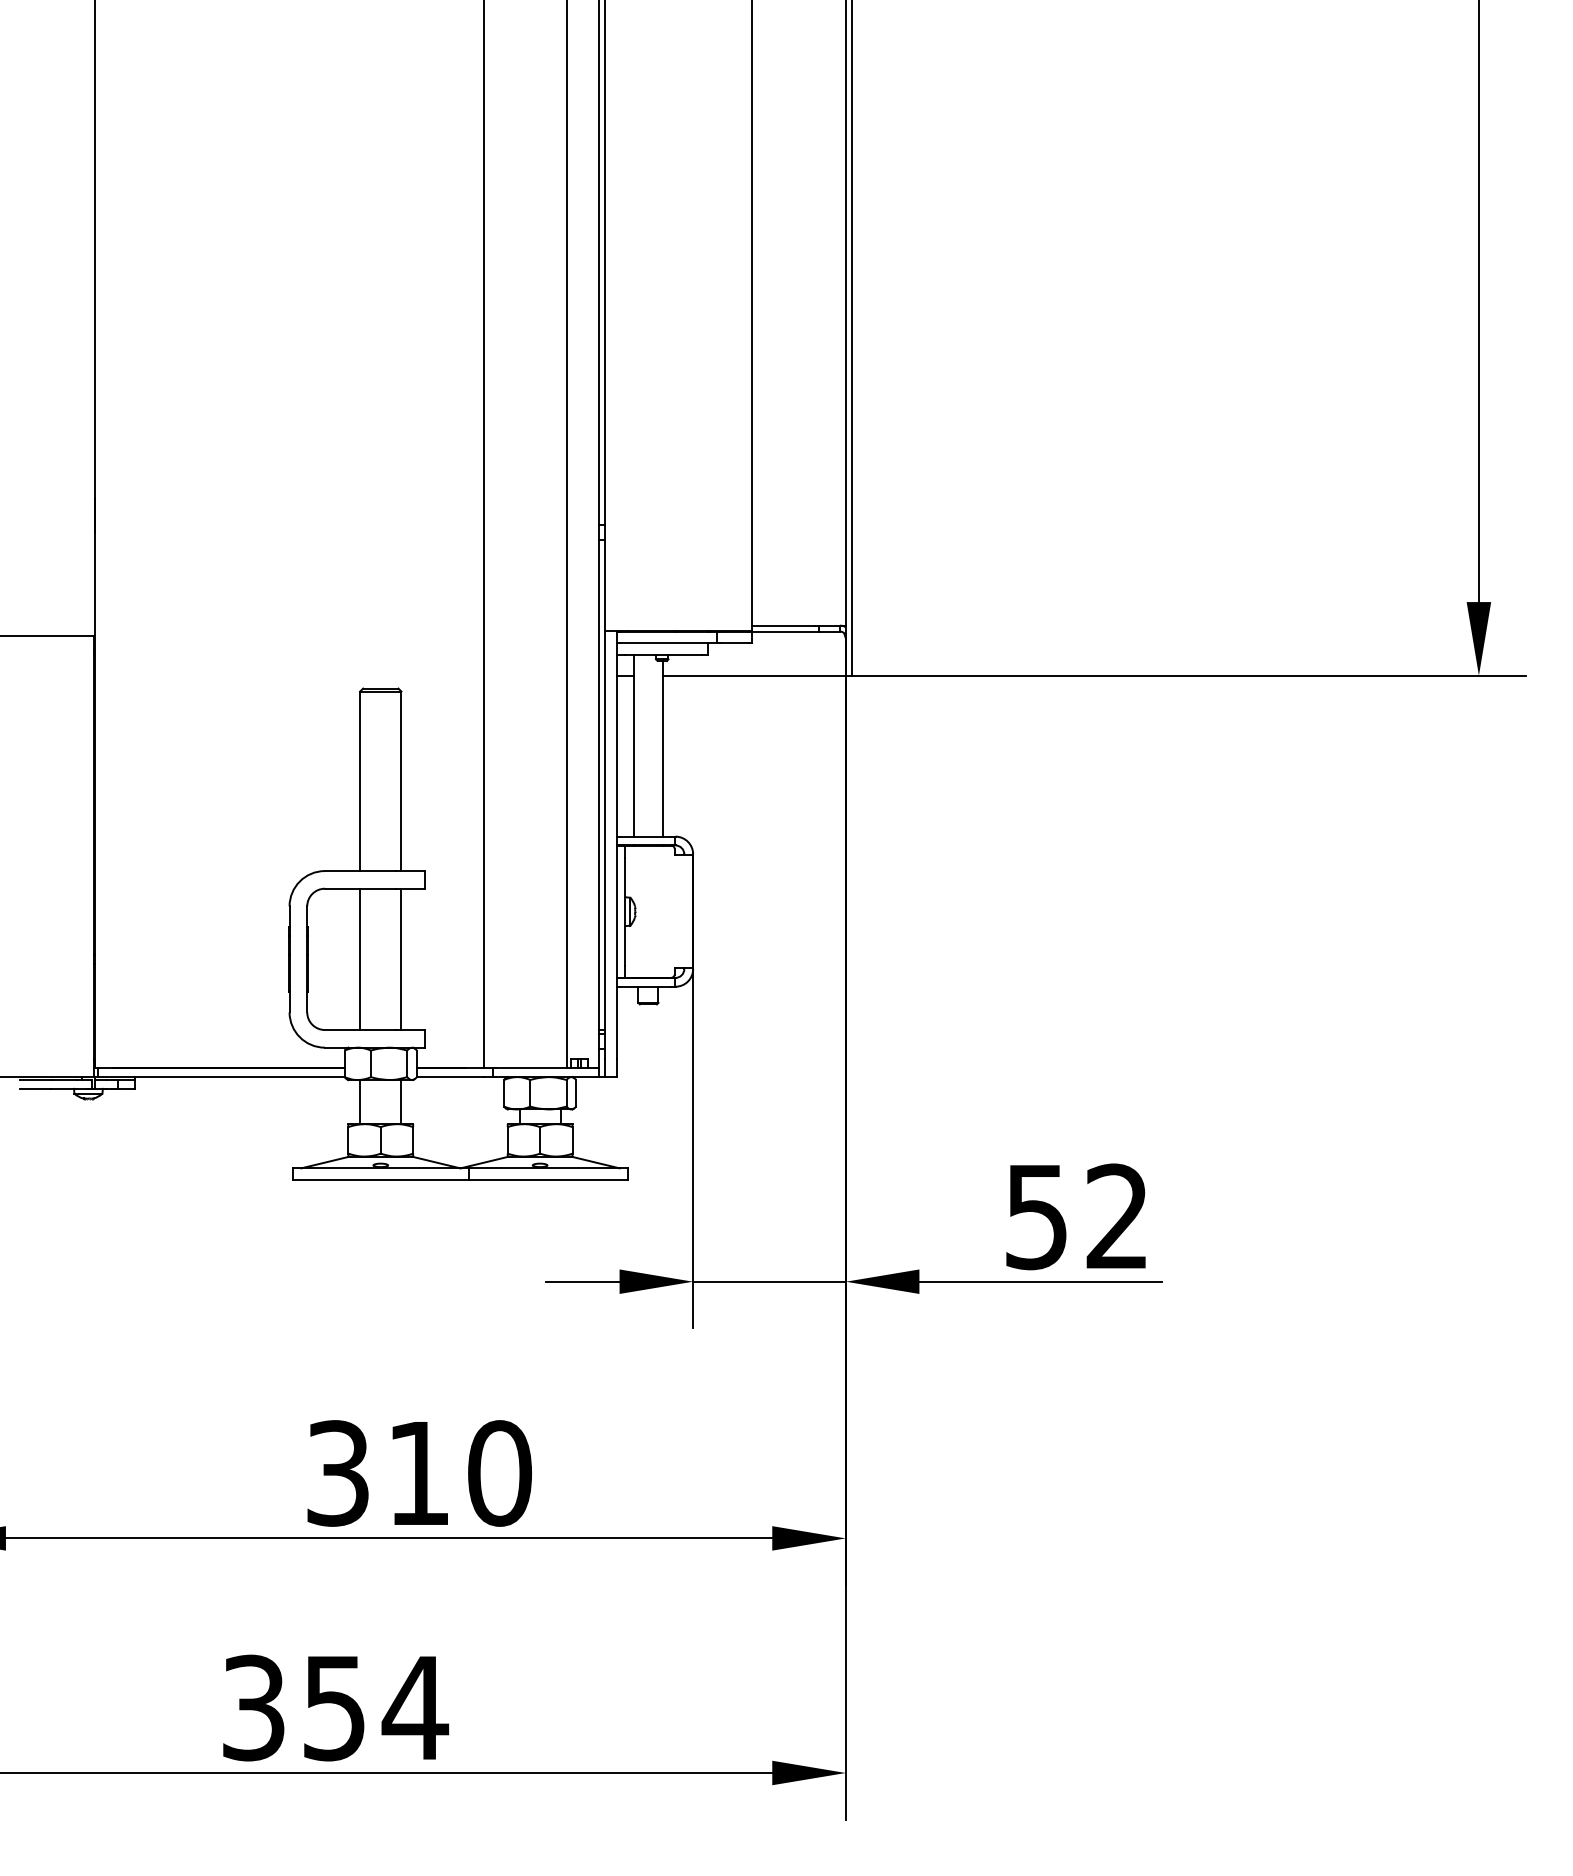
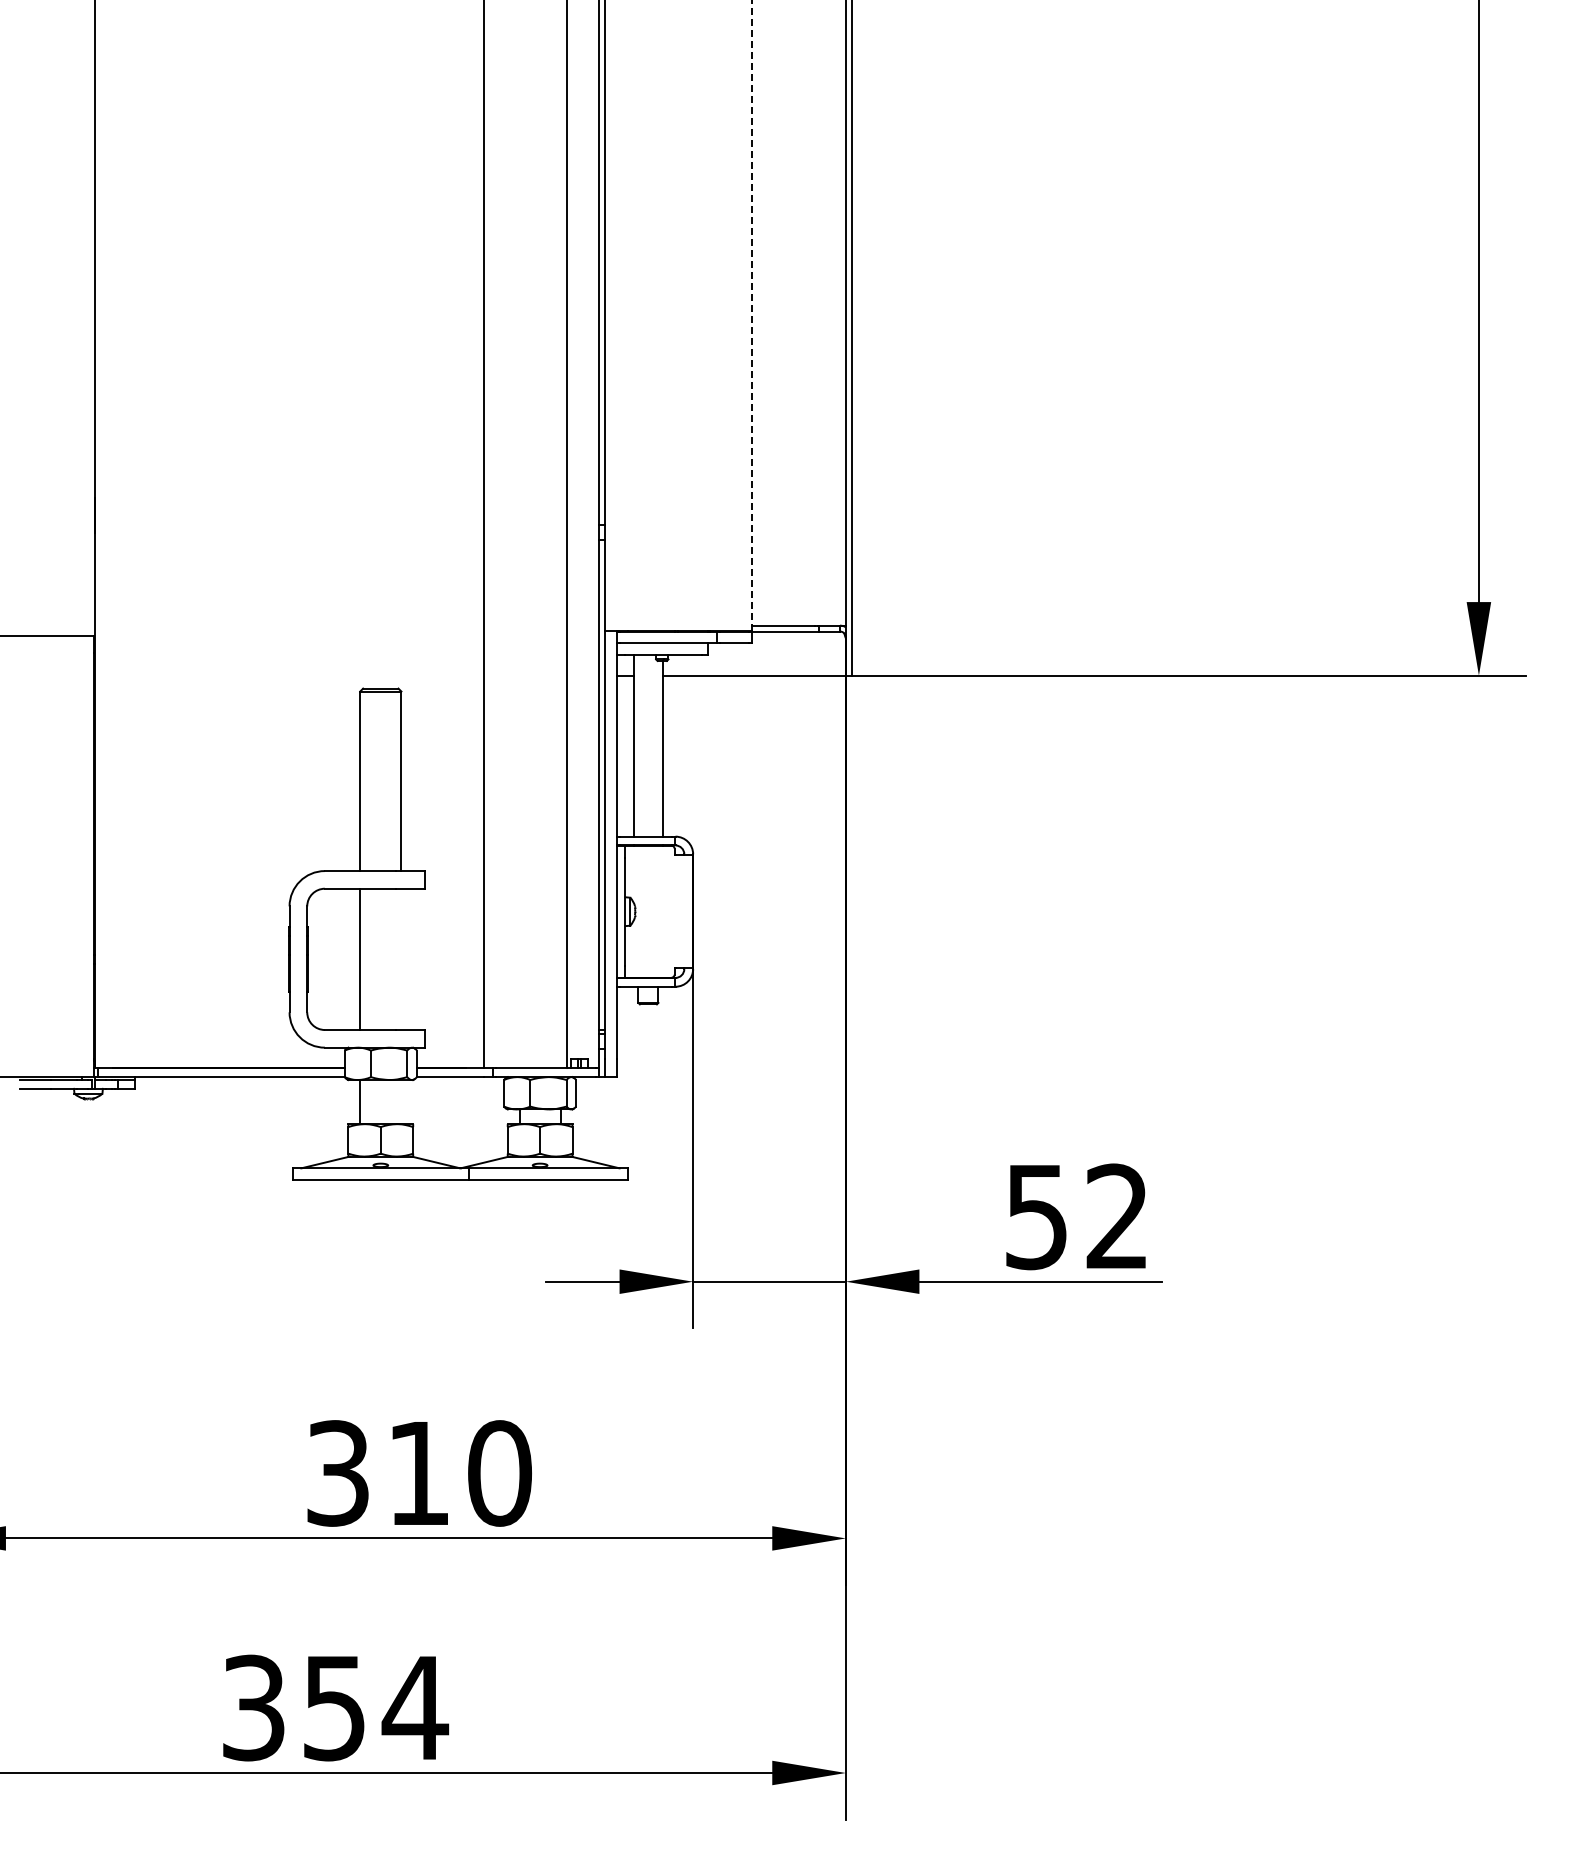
line at (752, 315): solid -> dashed
line at (401, 959): present -> none
line at (401, 1102): present -> none
